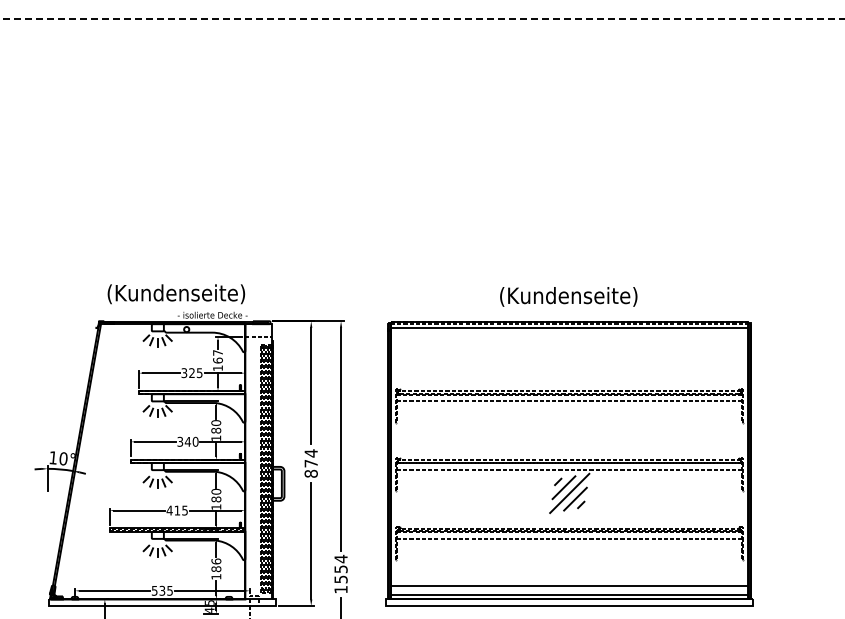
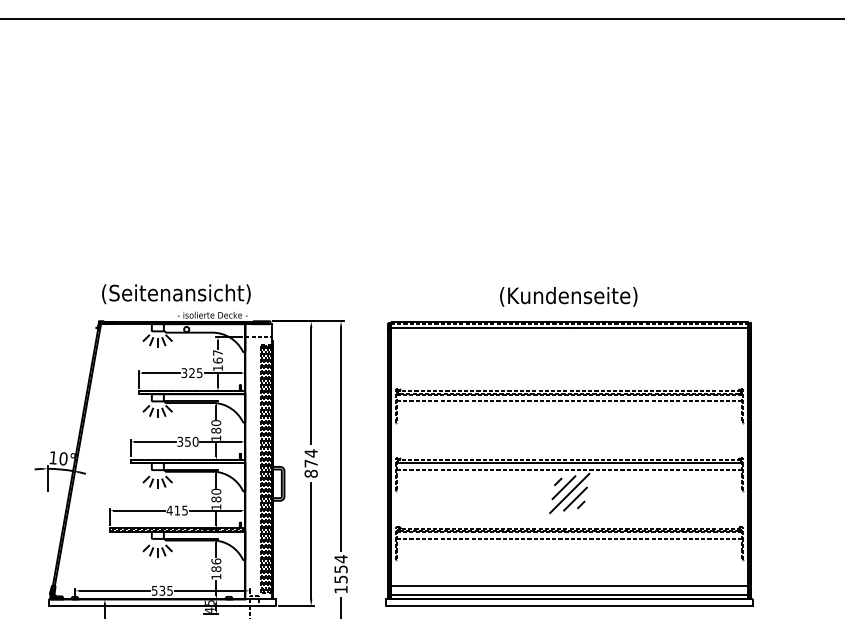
line at (423, 18): dashed -> solid
text at (176, 294): (Kundenseite) -> (Seitenansicht)
text at (187, 441): 340 -> 350
